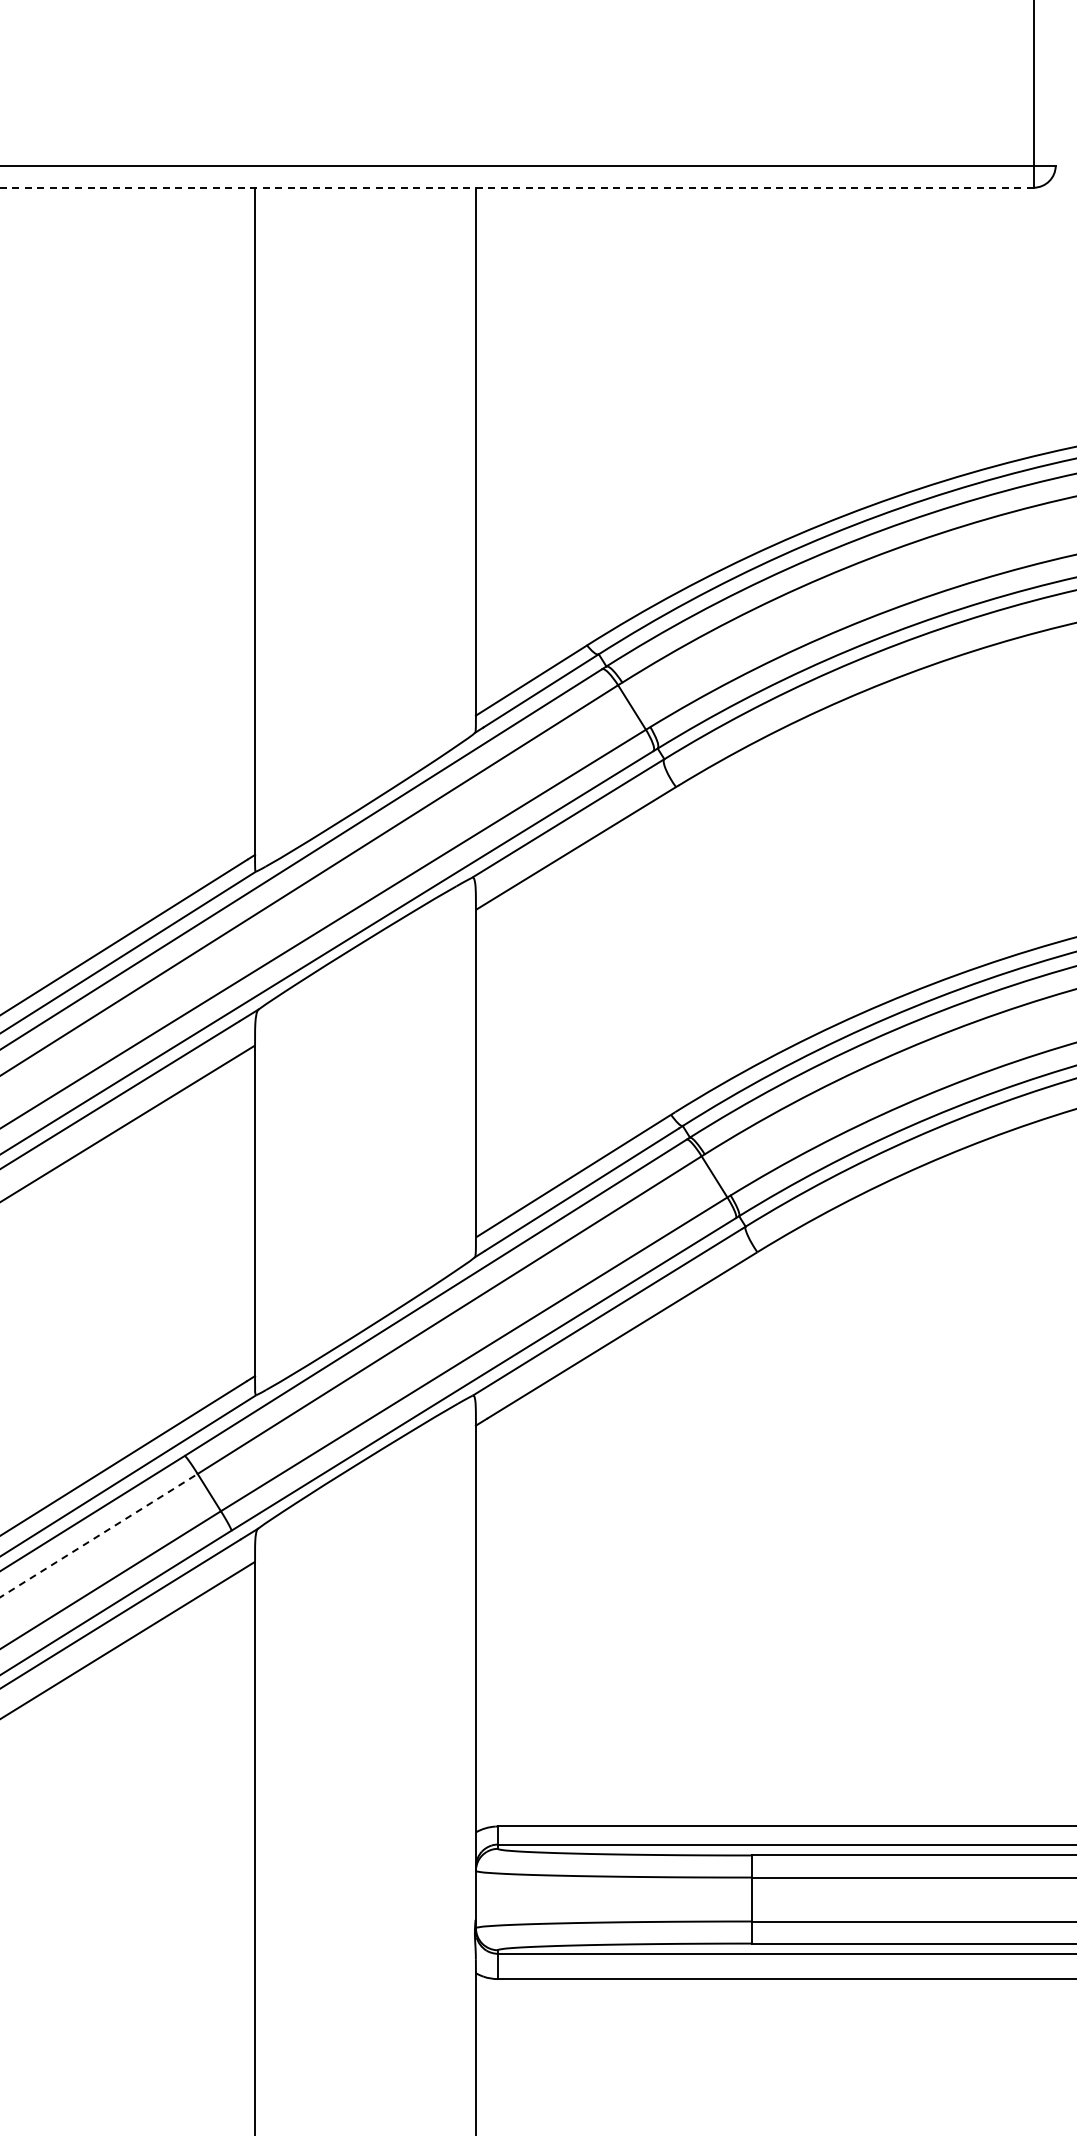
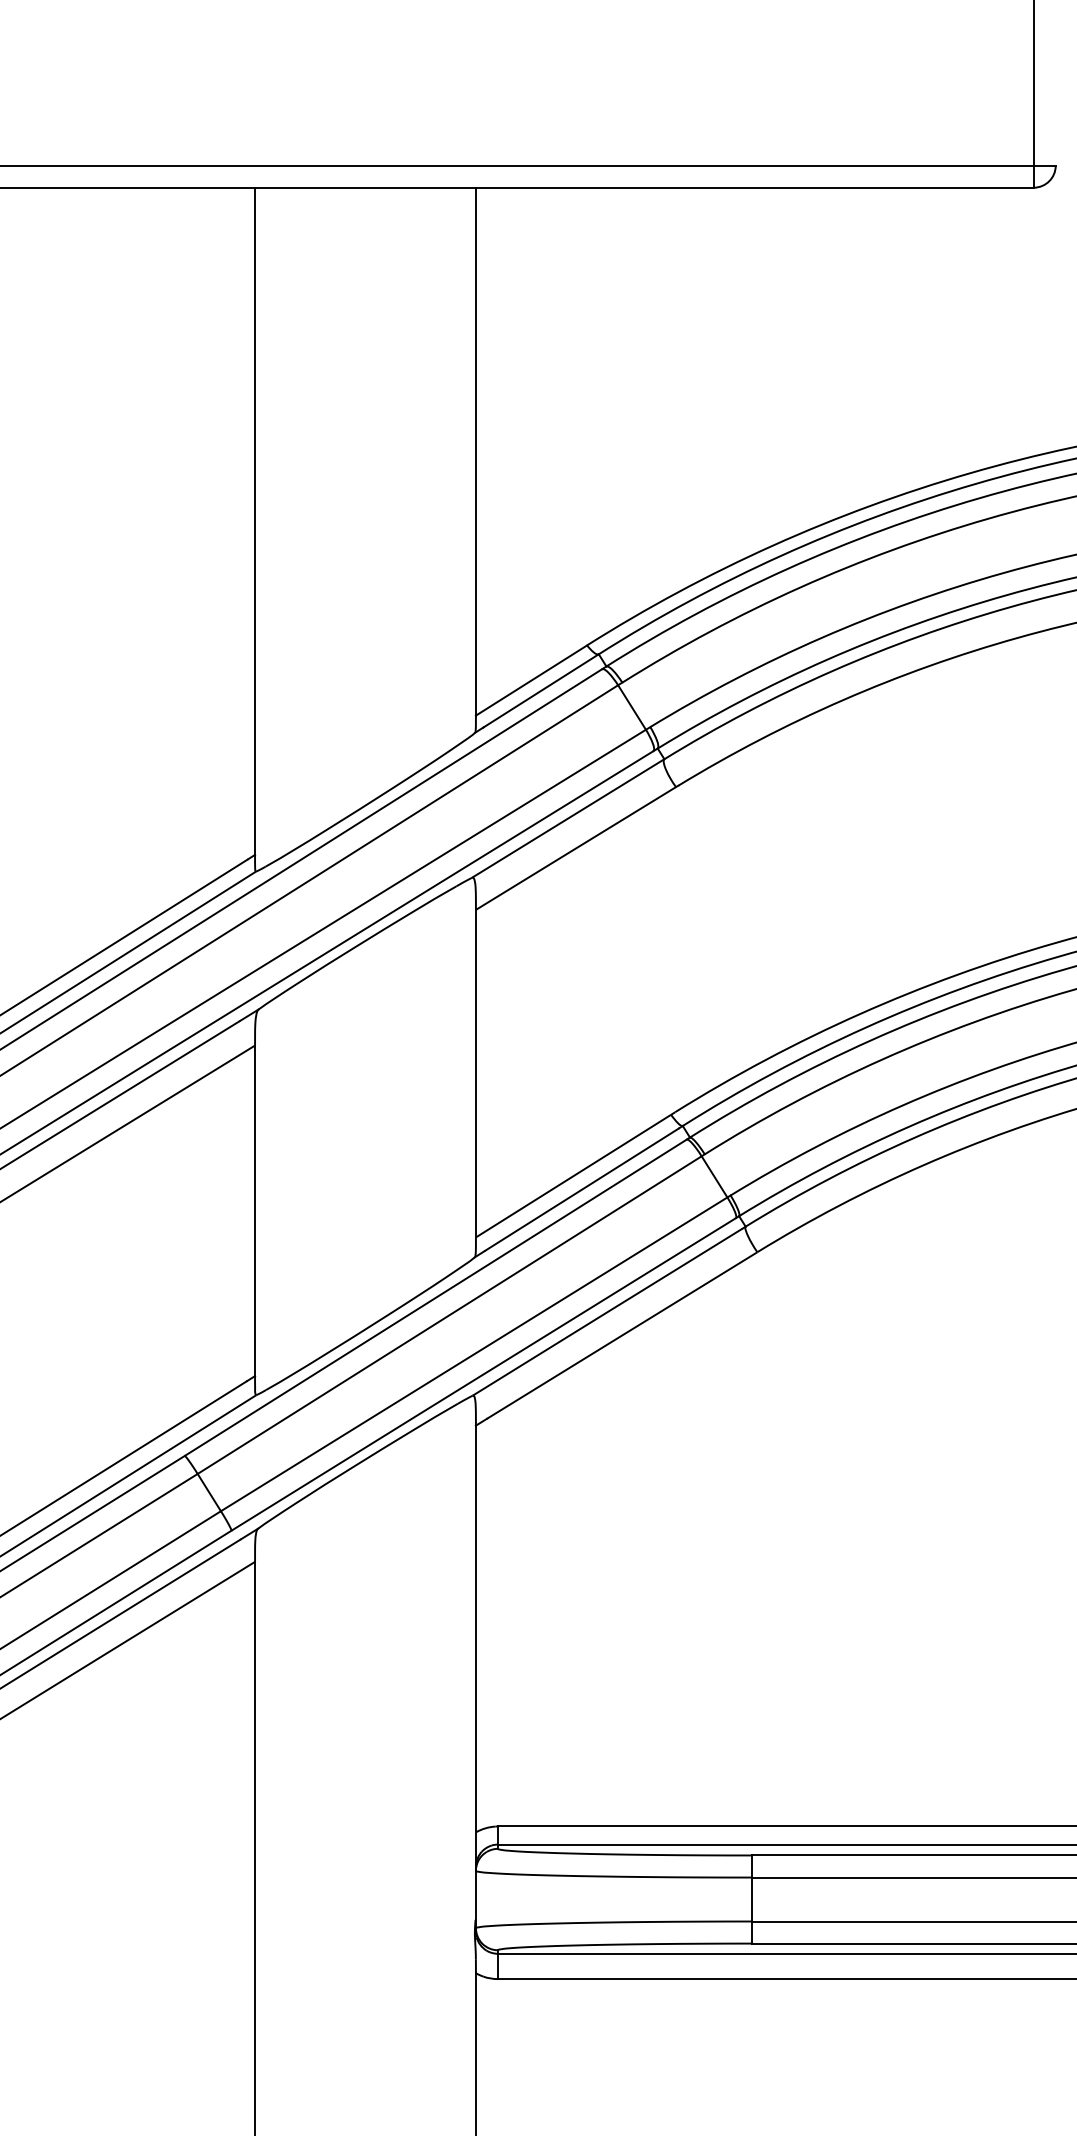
line at (516, 187): dashed -> solid
line at (99, 1535): dashed -> solid
